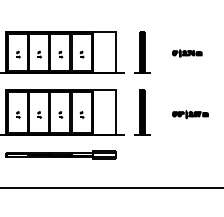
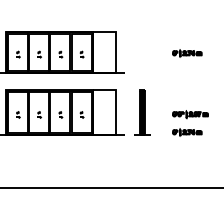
part at (142, 52): present -> none
part at (187, 132): none -> present
part at (60, 154): present -> none
